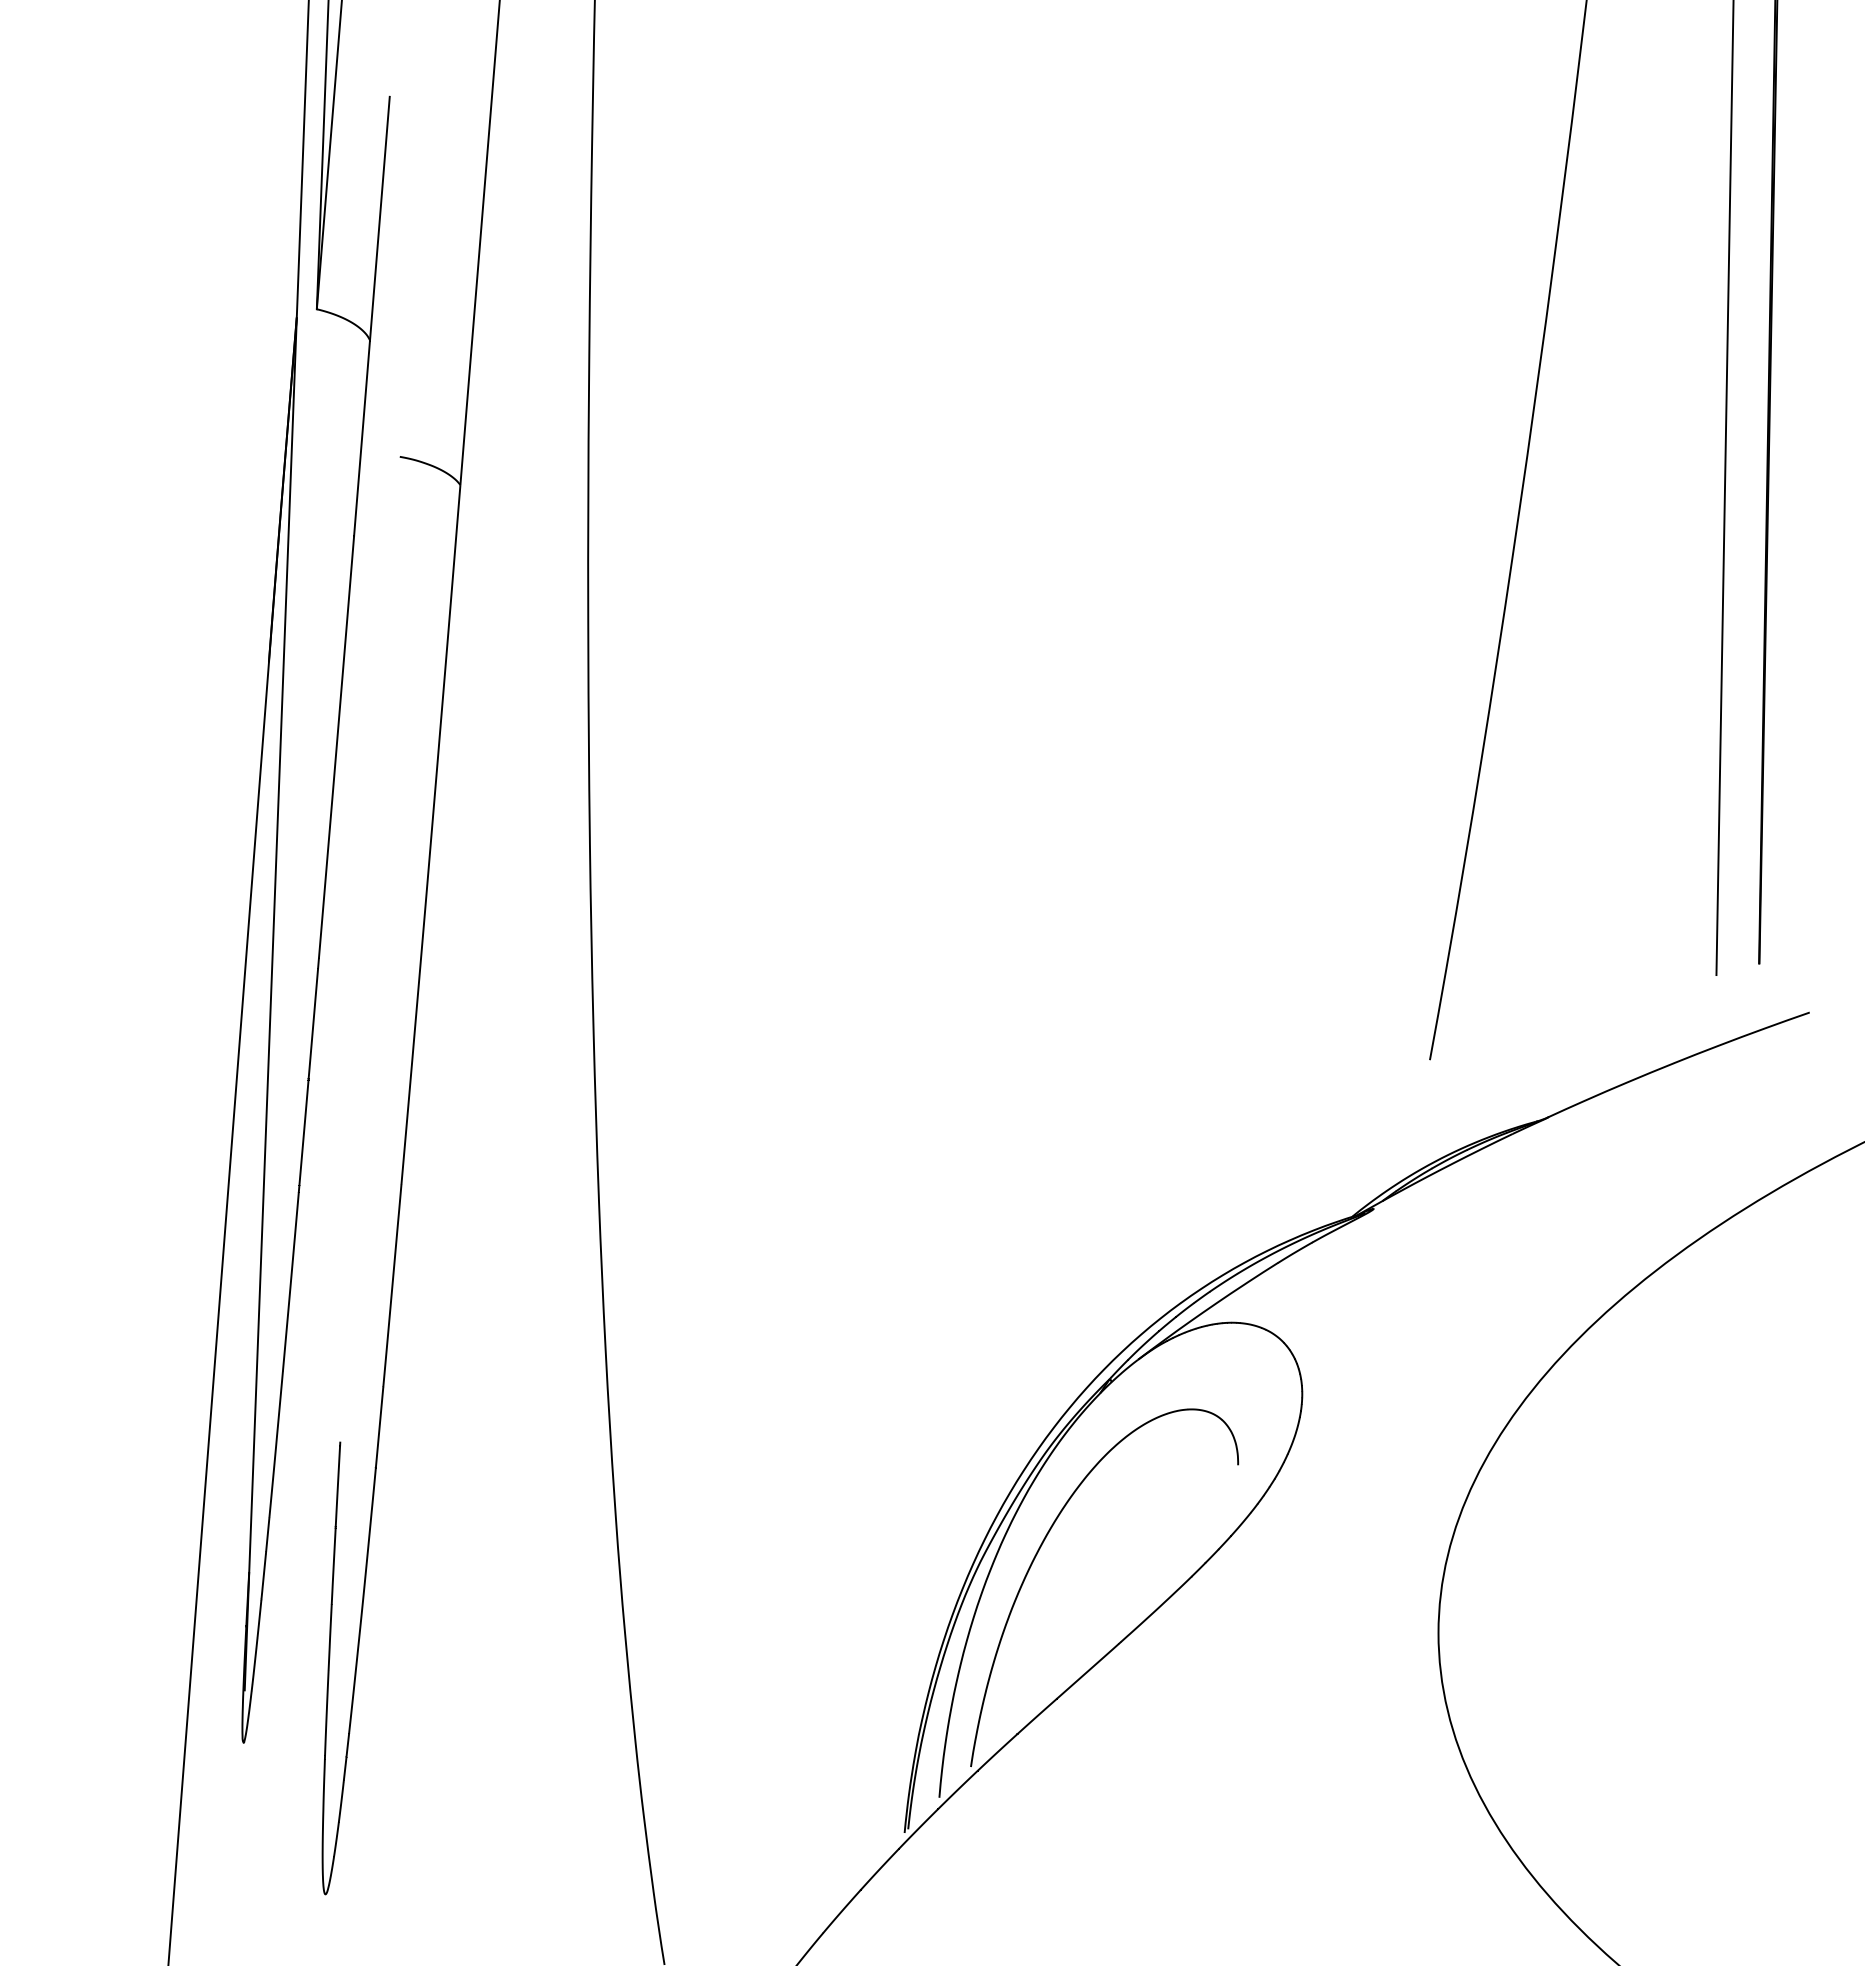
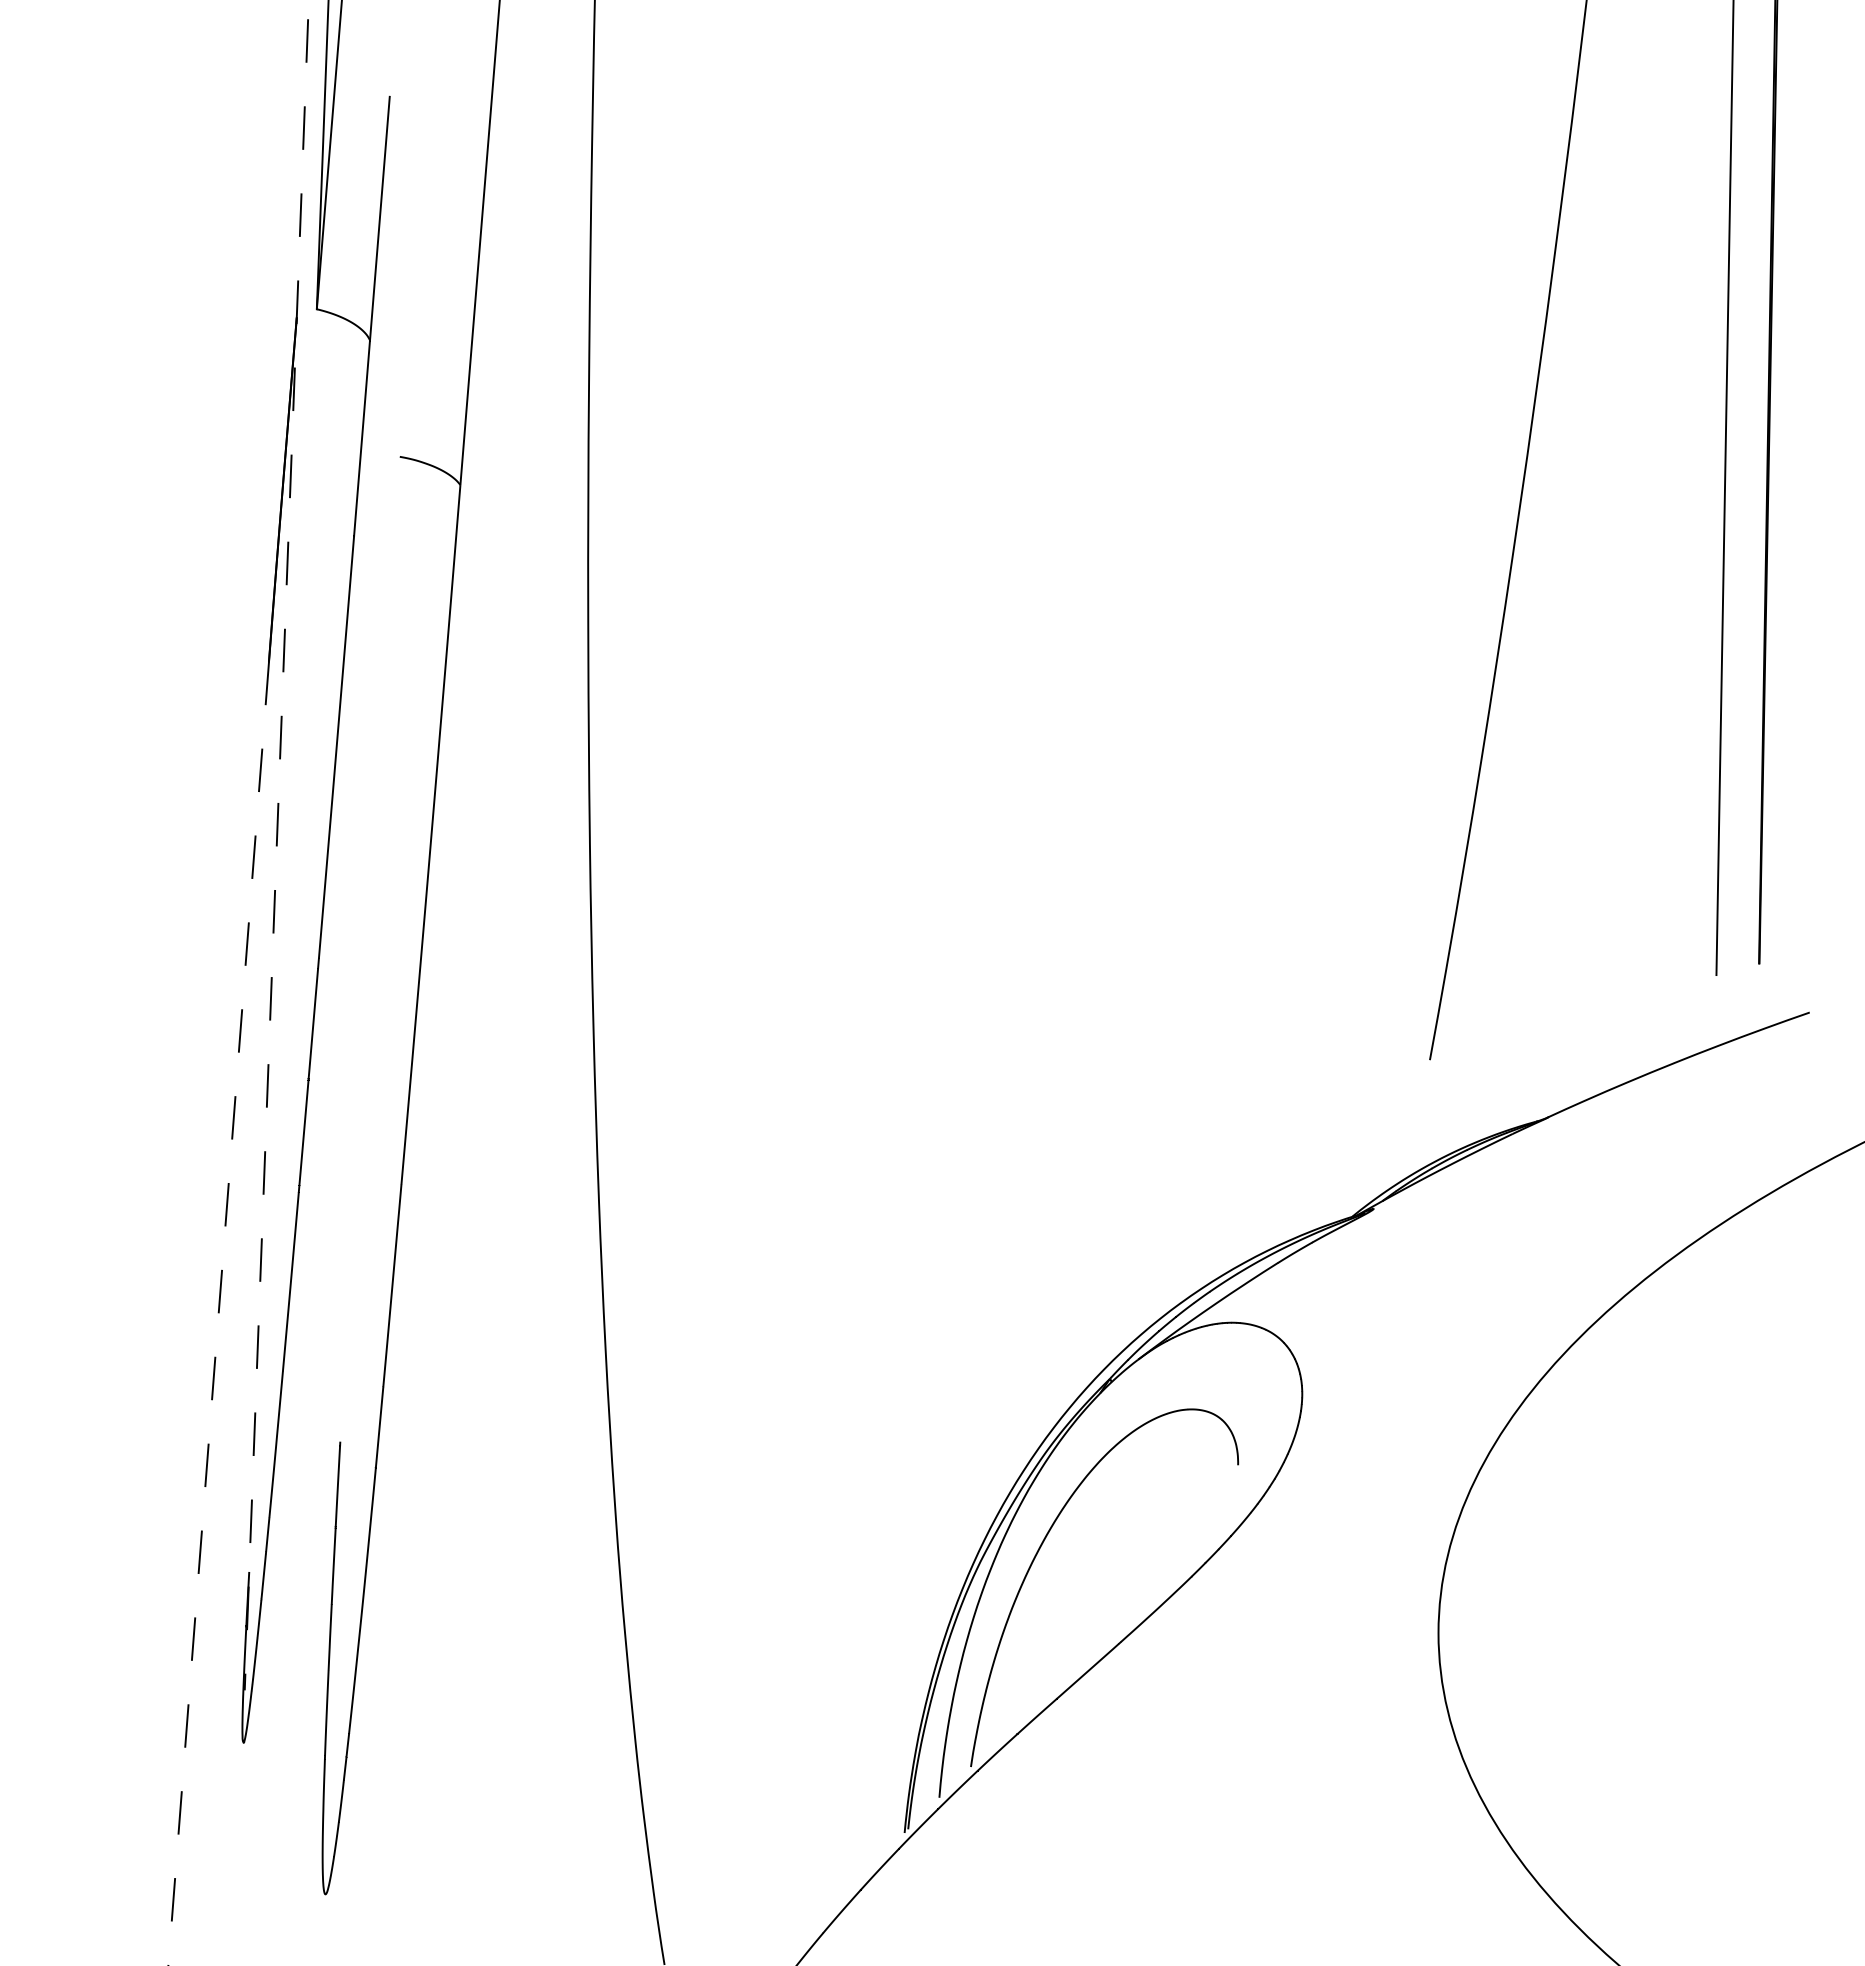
line at (276, 846): solid -> dashed
line at (218, 1313): solid -> dashed
